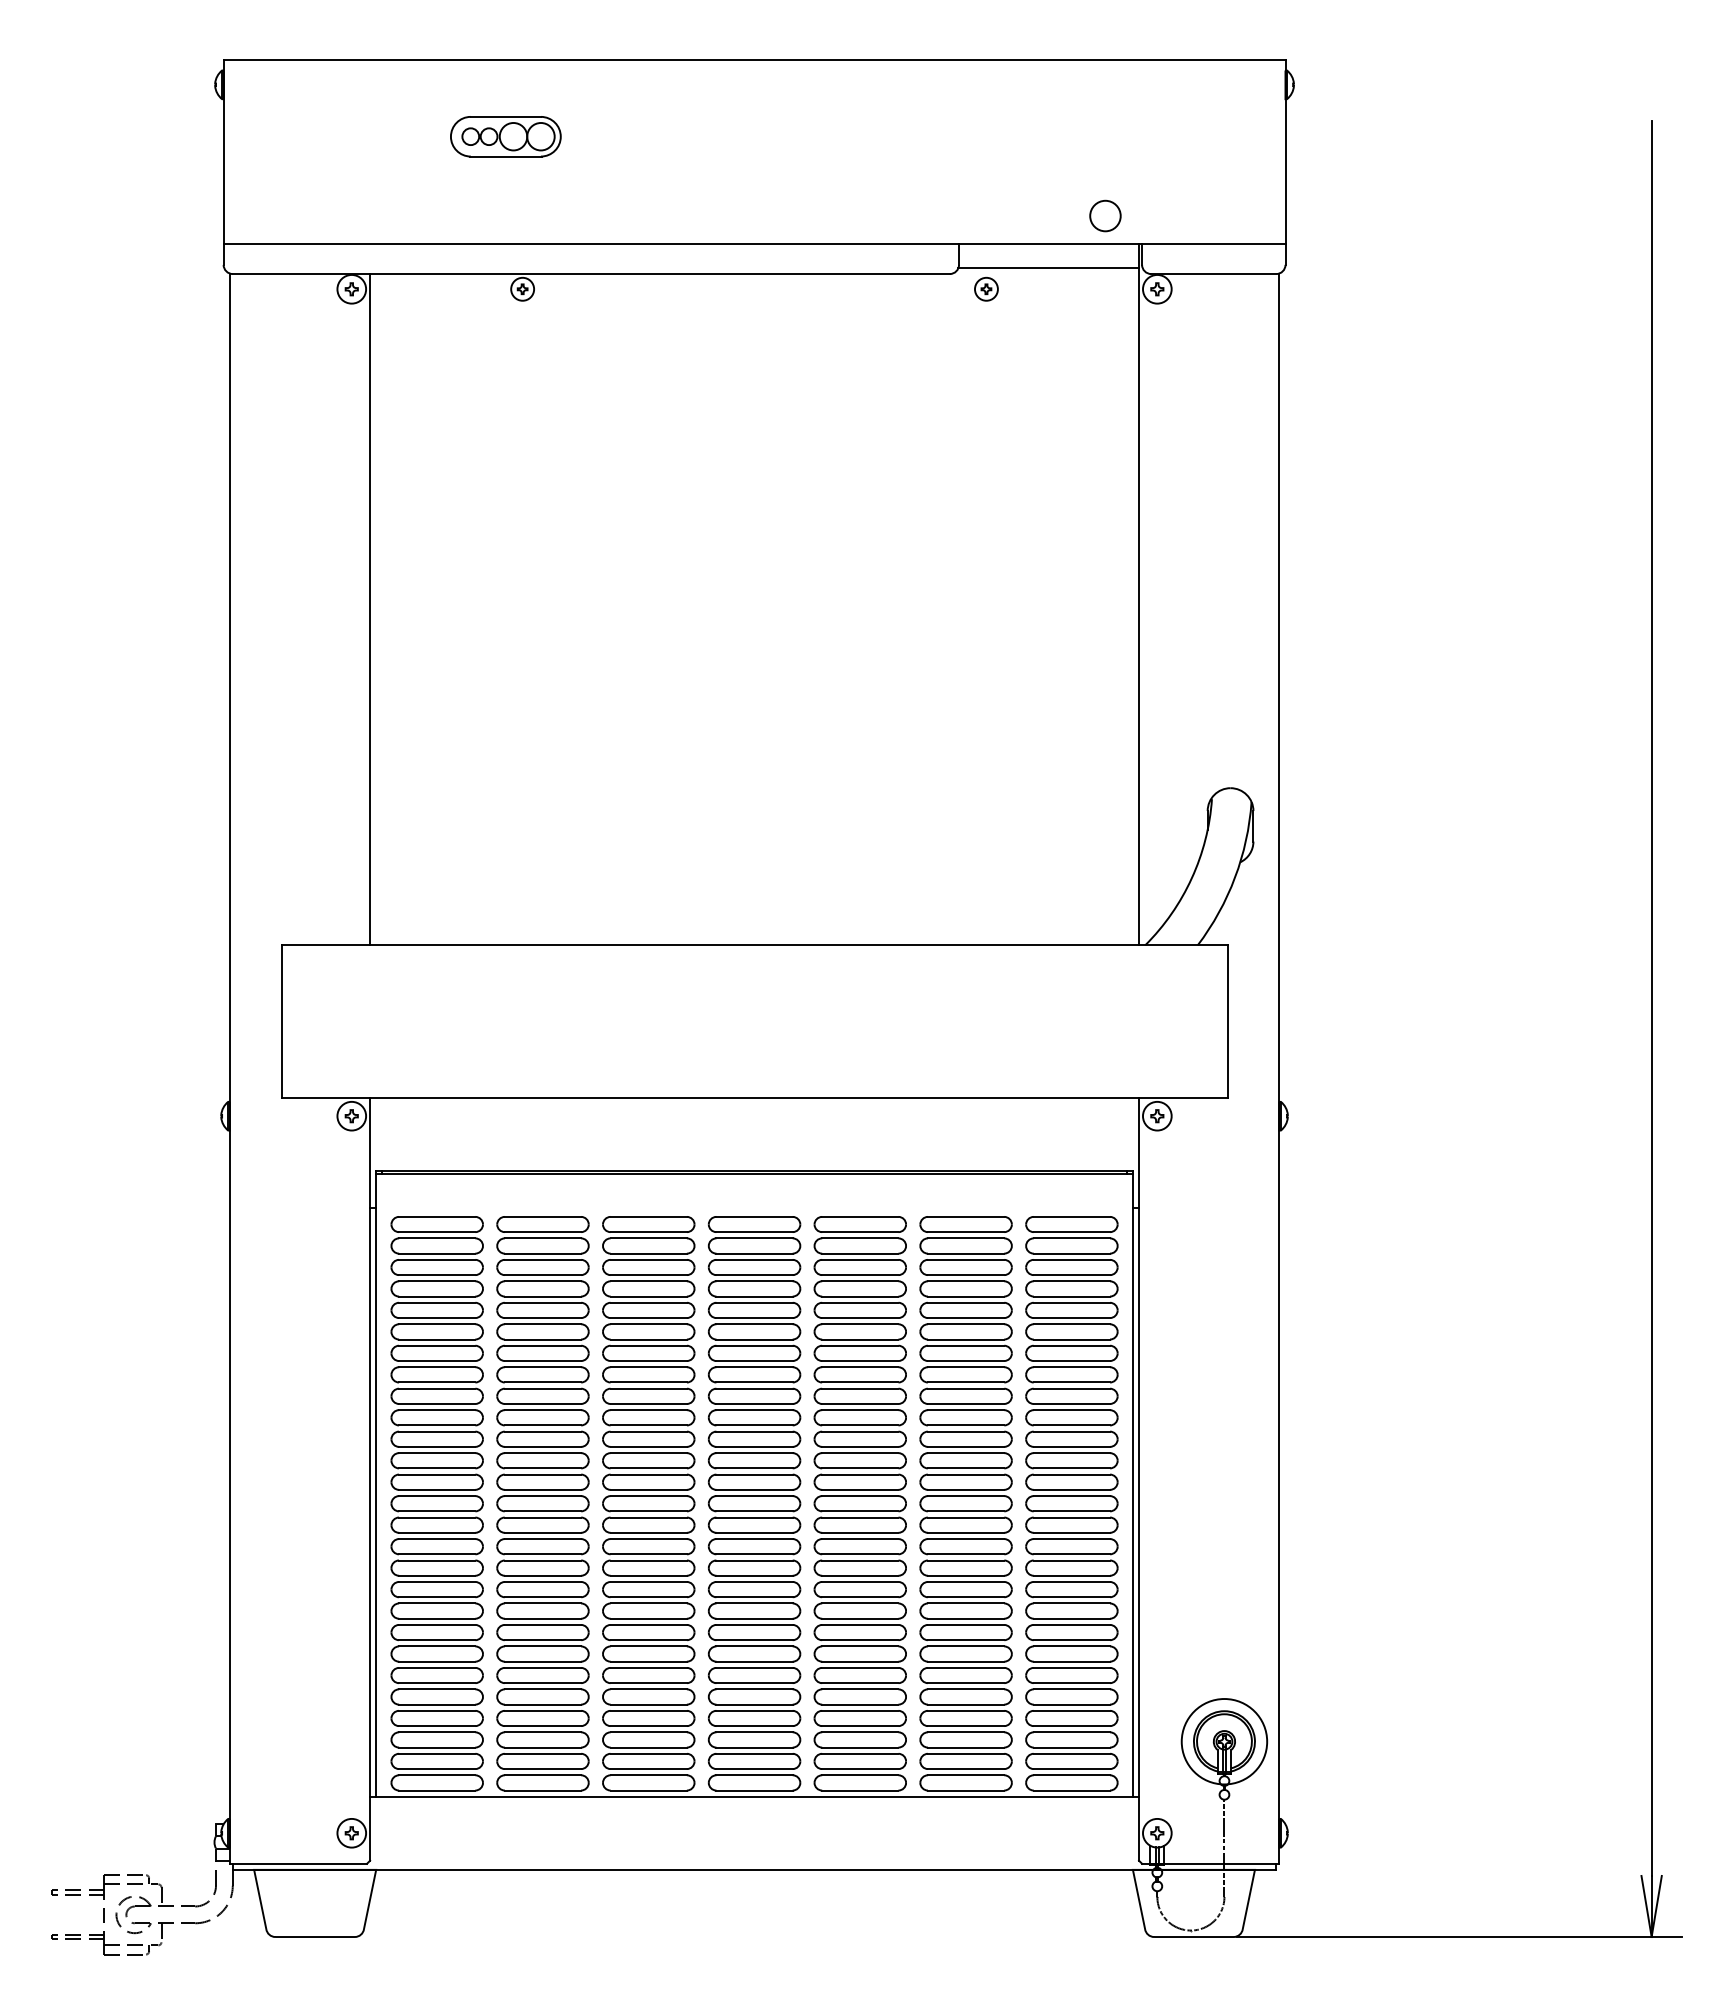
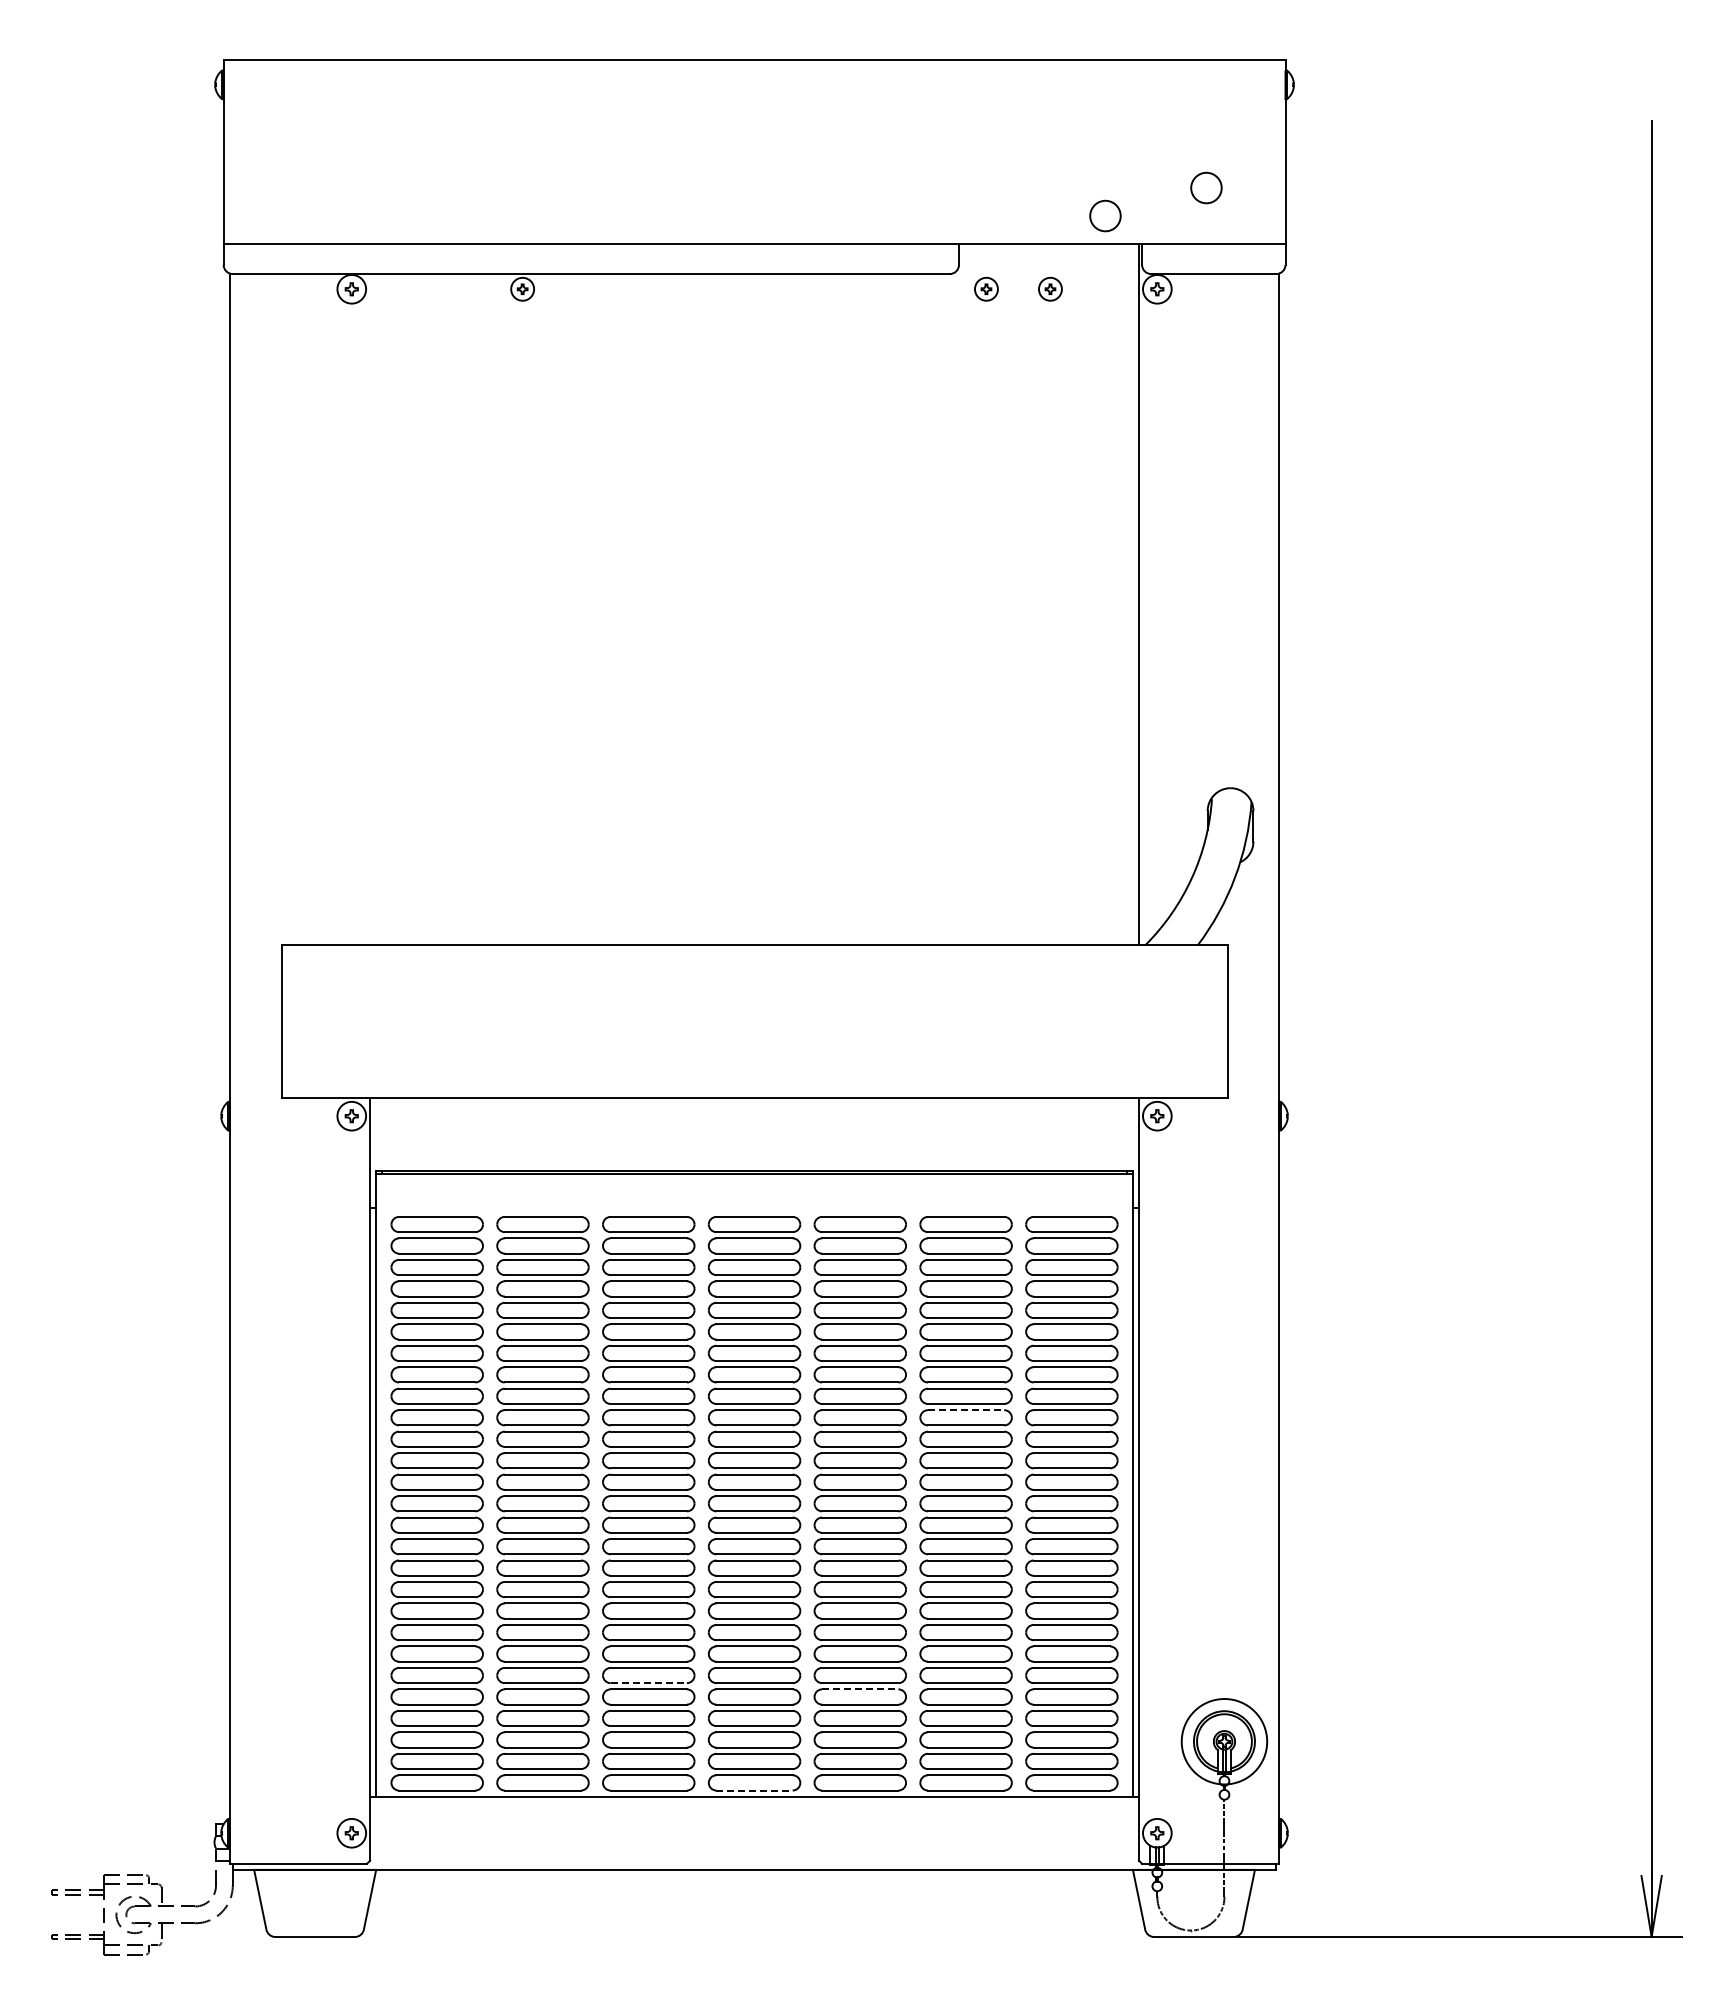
part at (505, 136): present -> none
circle at (1206, 187): none -> present
line at (1048, 267): present -> none
part at (1050, 288): none -> present
line at (370, 609): present -> none
line at (966, 1410): solid -> dashed
line at (649, 1683): solid -> dashed
line at (860, 1689): solid -> dashed
line at (755, 1790): solid -> dashed
